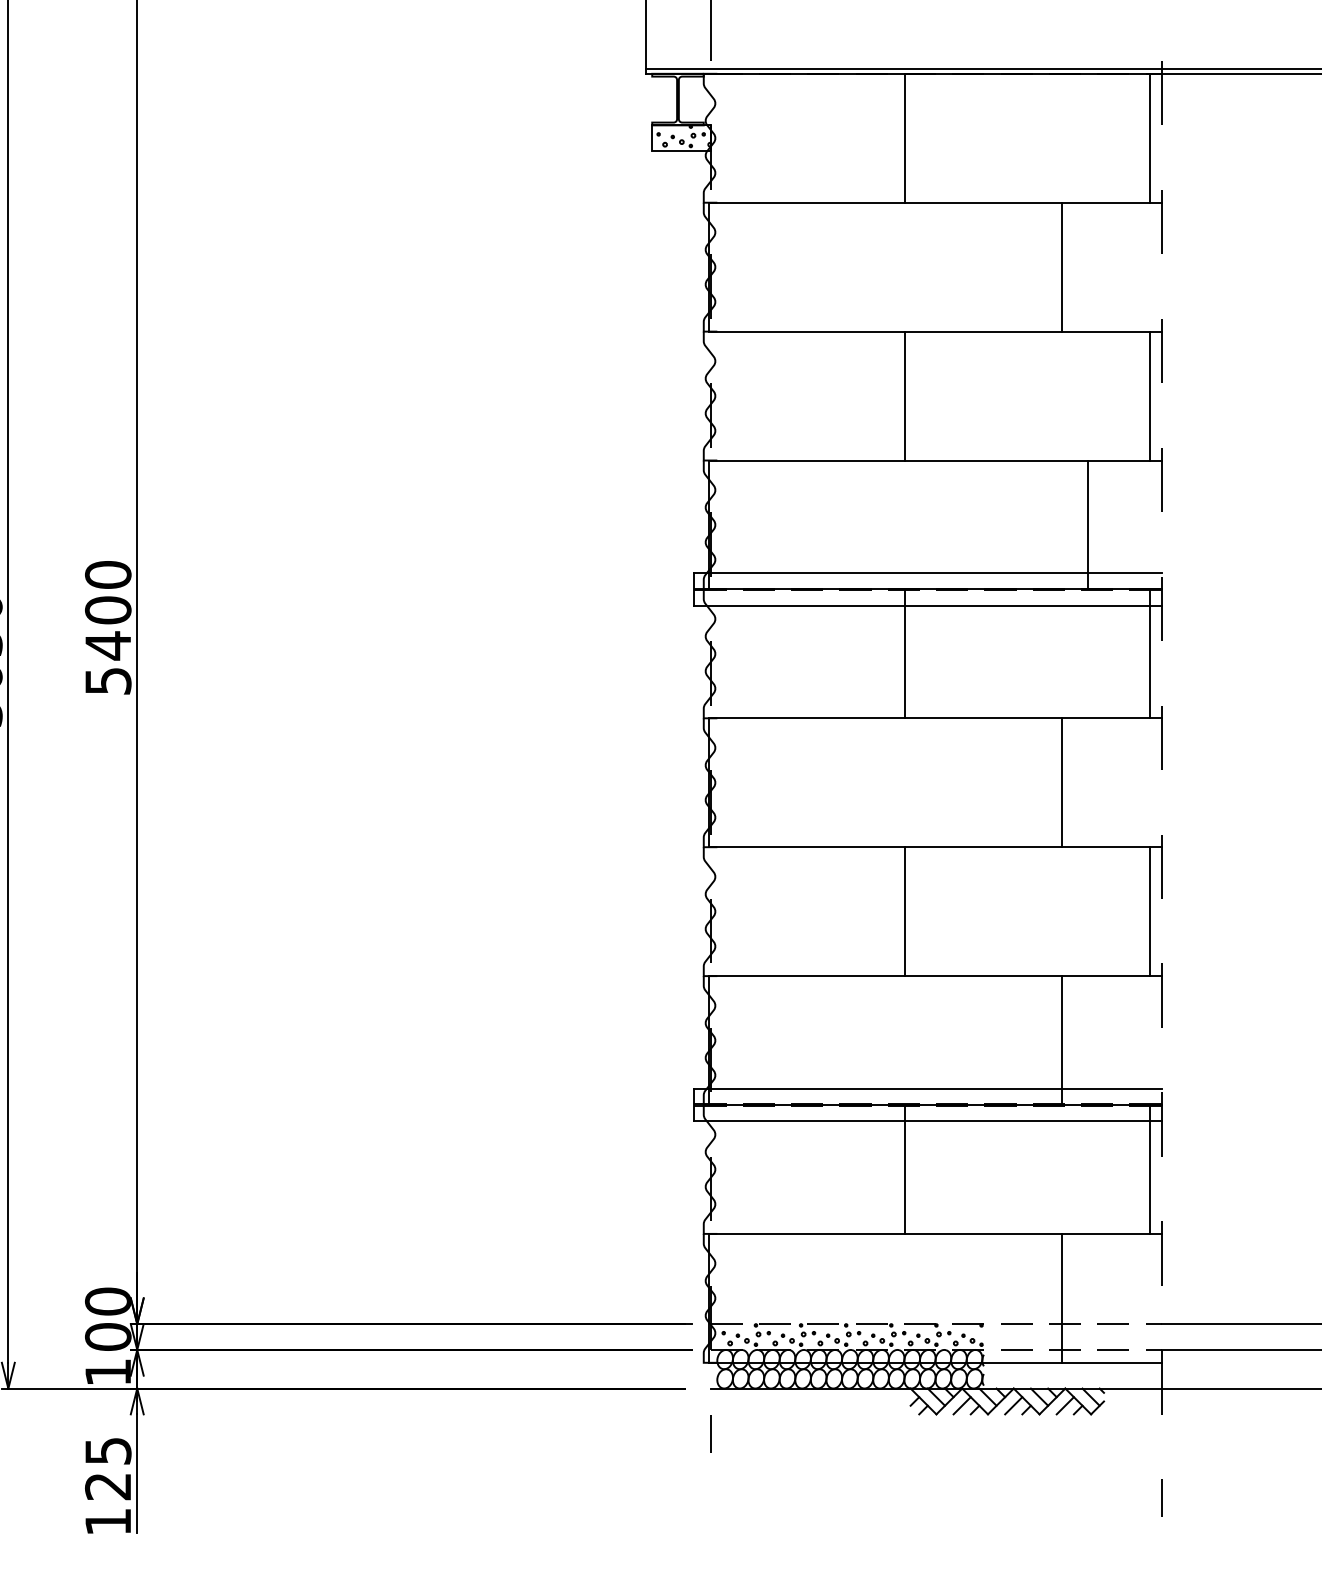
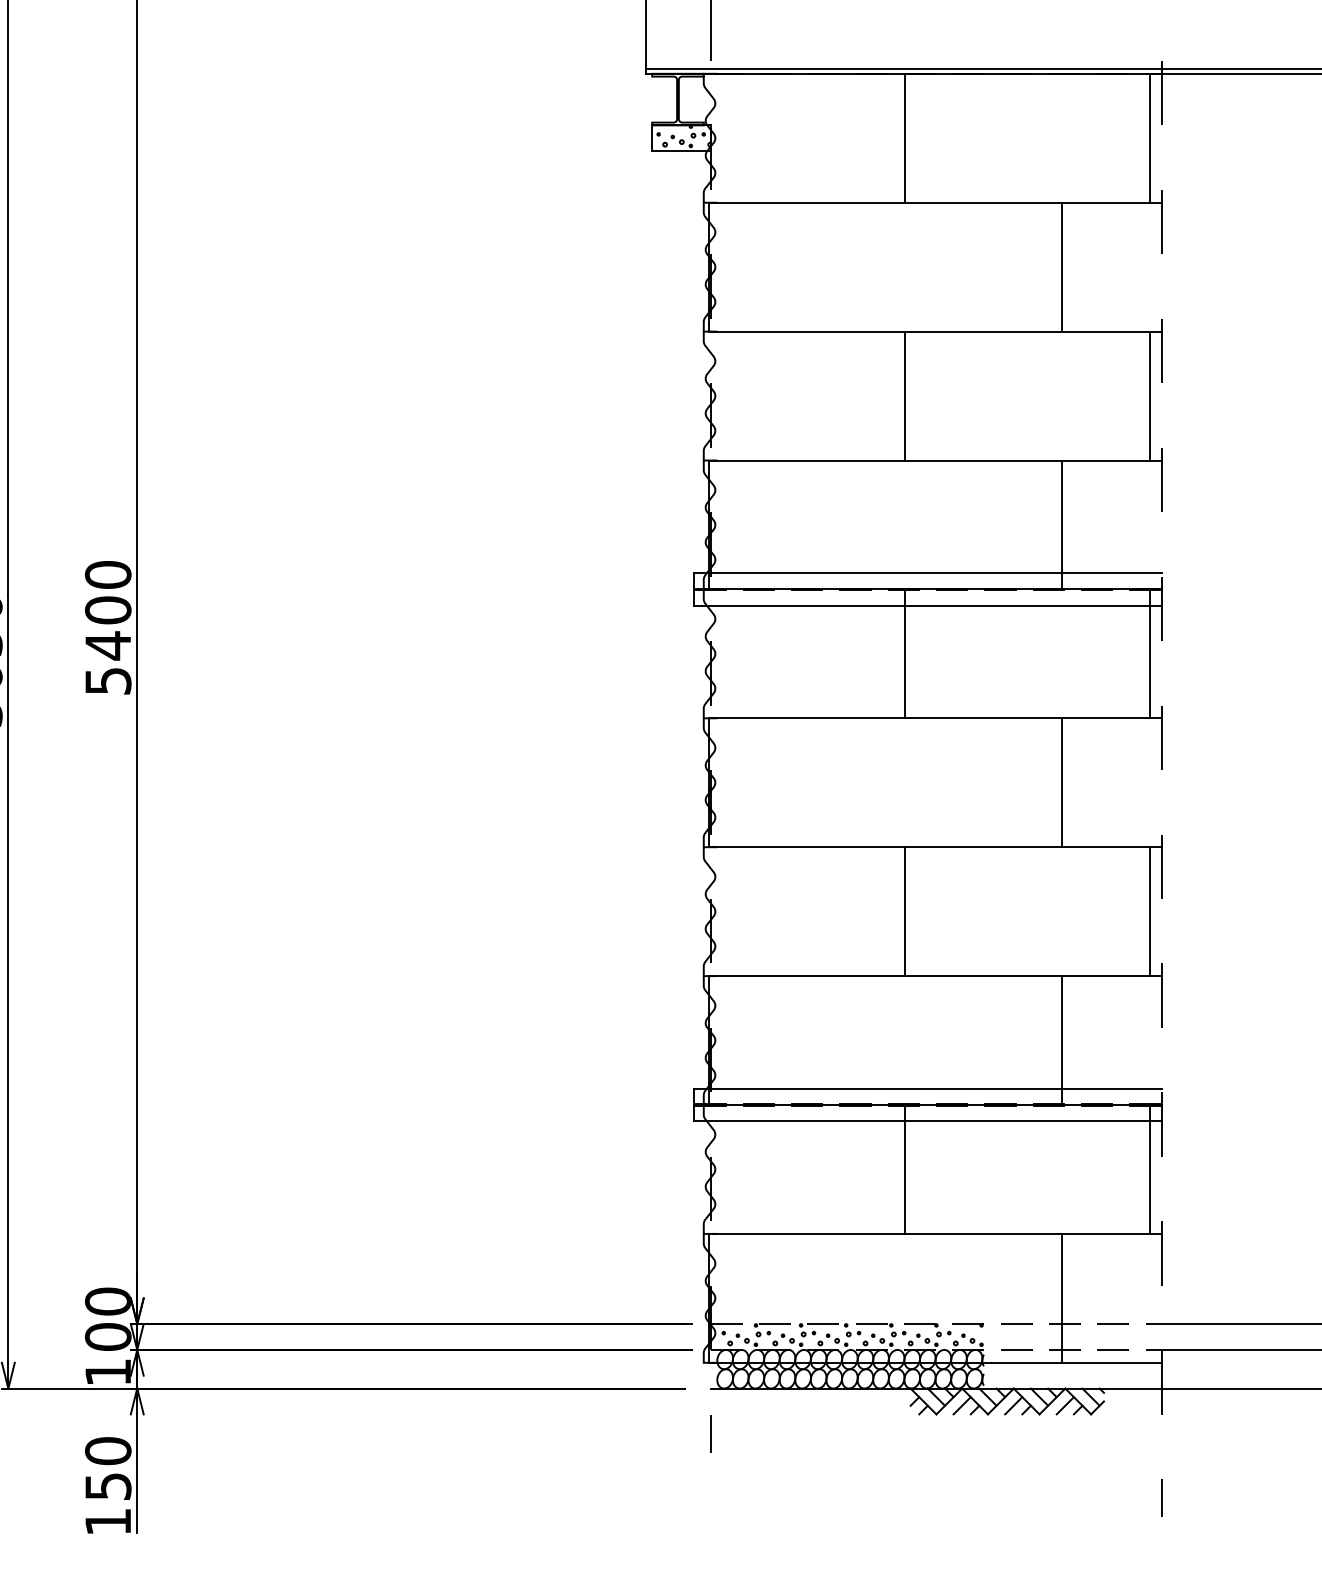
line at (1088, 524) position: (1088, 524) -> (1062, 524)
text at (108, 1468): 125 -> 150
